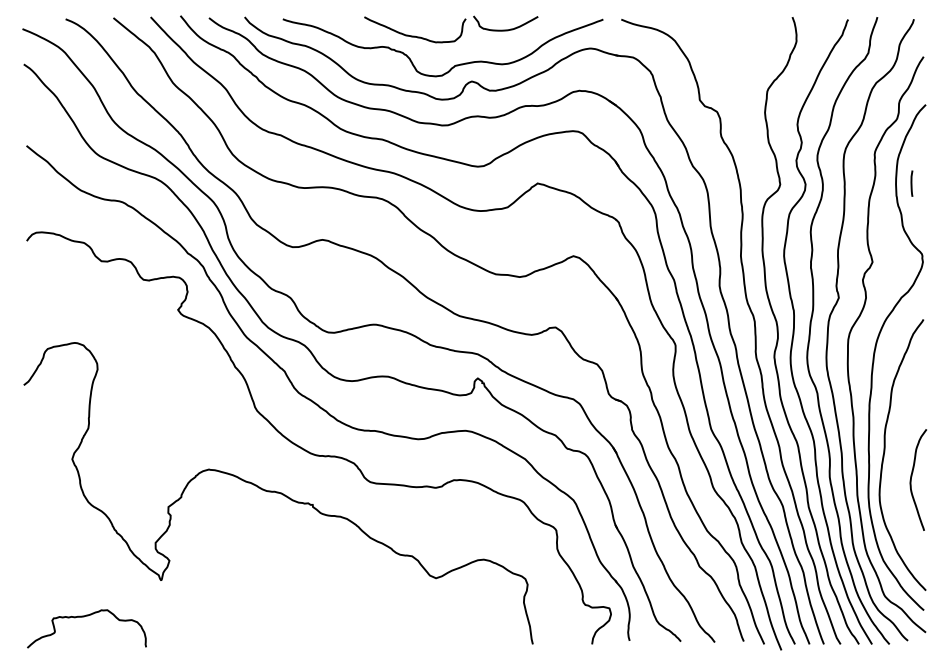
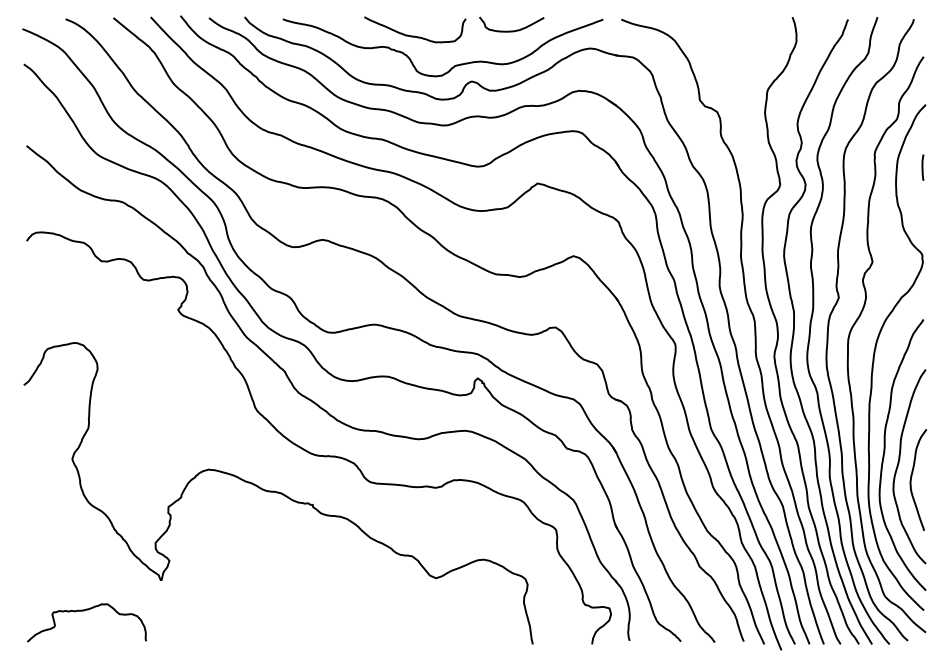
curve at (505, 29) position: (505, 29) -> (511, 30)
line at (911, 183) position: (911, 183) -> (922, 167)
curve at (899, 463): none -> present
curve at (84, 617) position: (84, 617) -> (84, 611)
